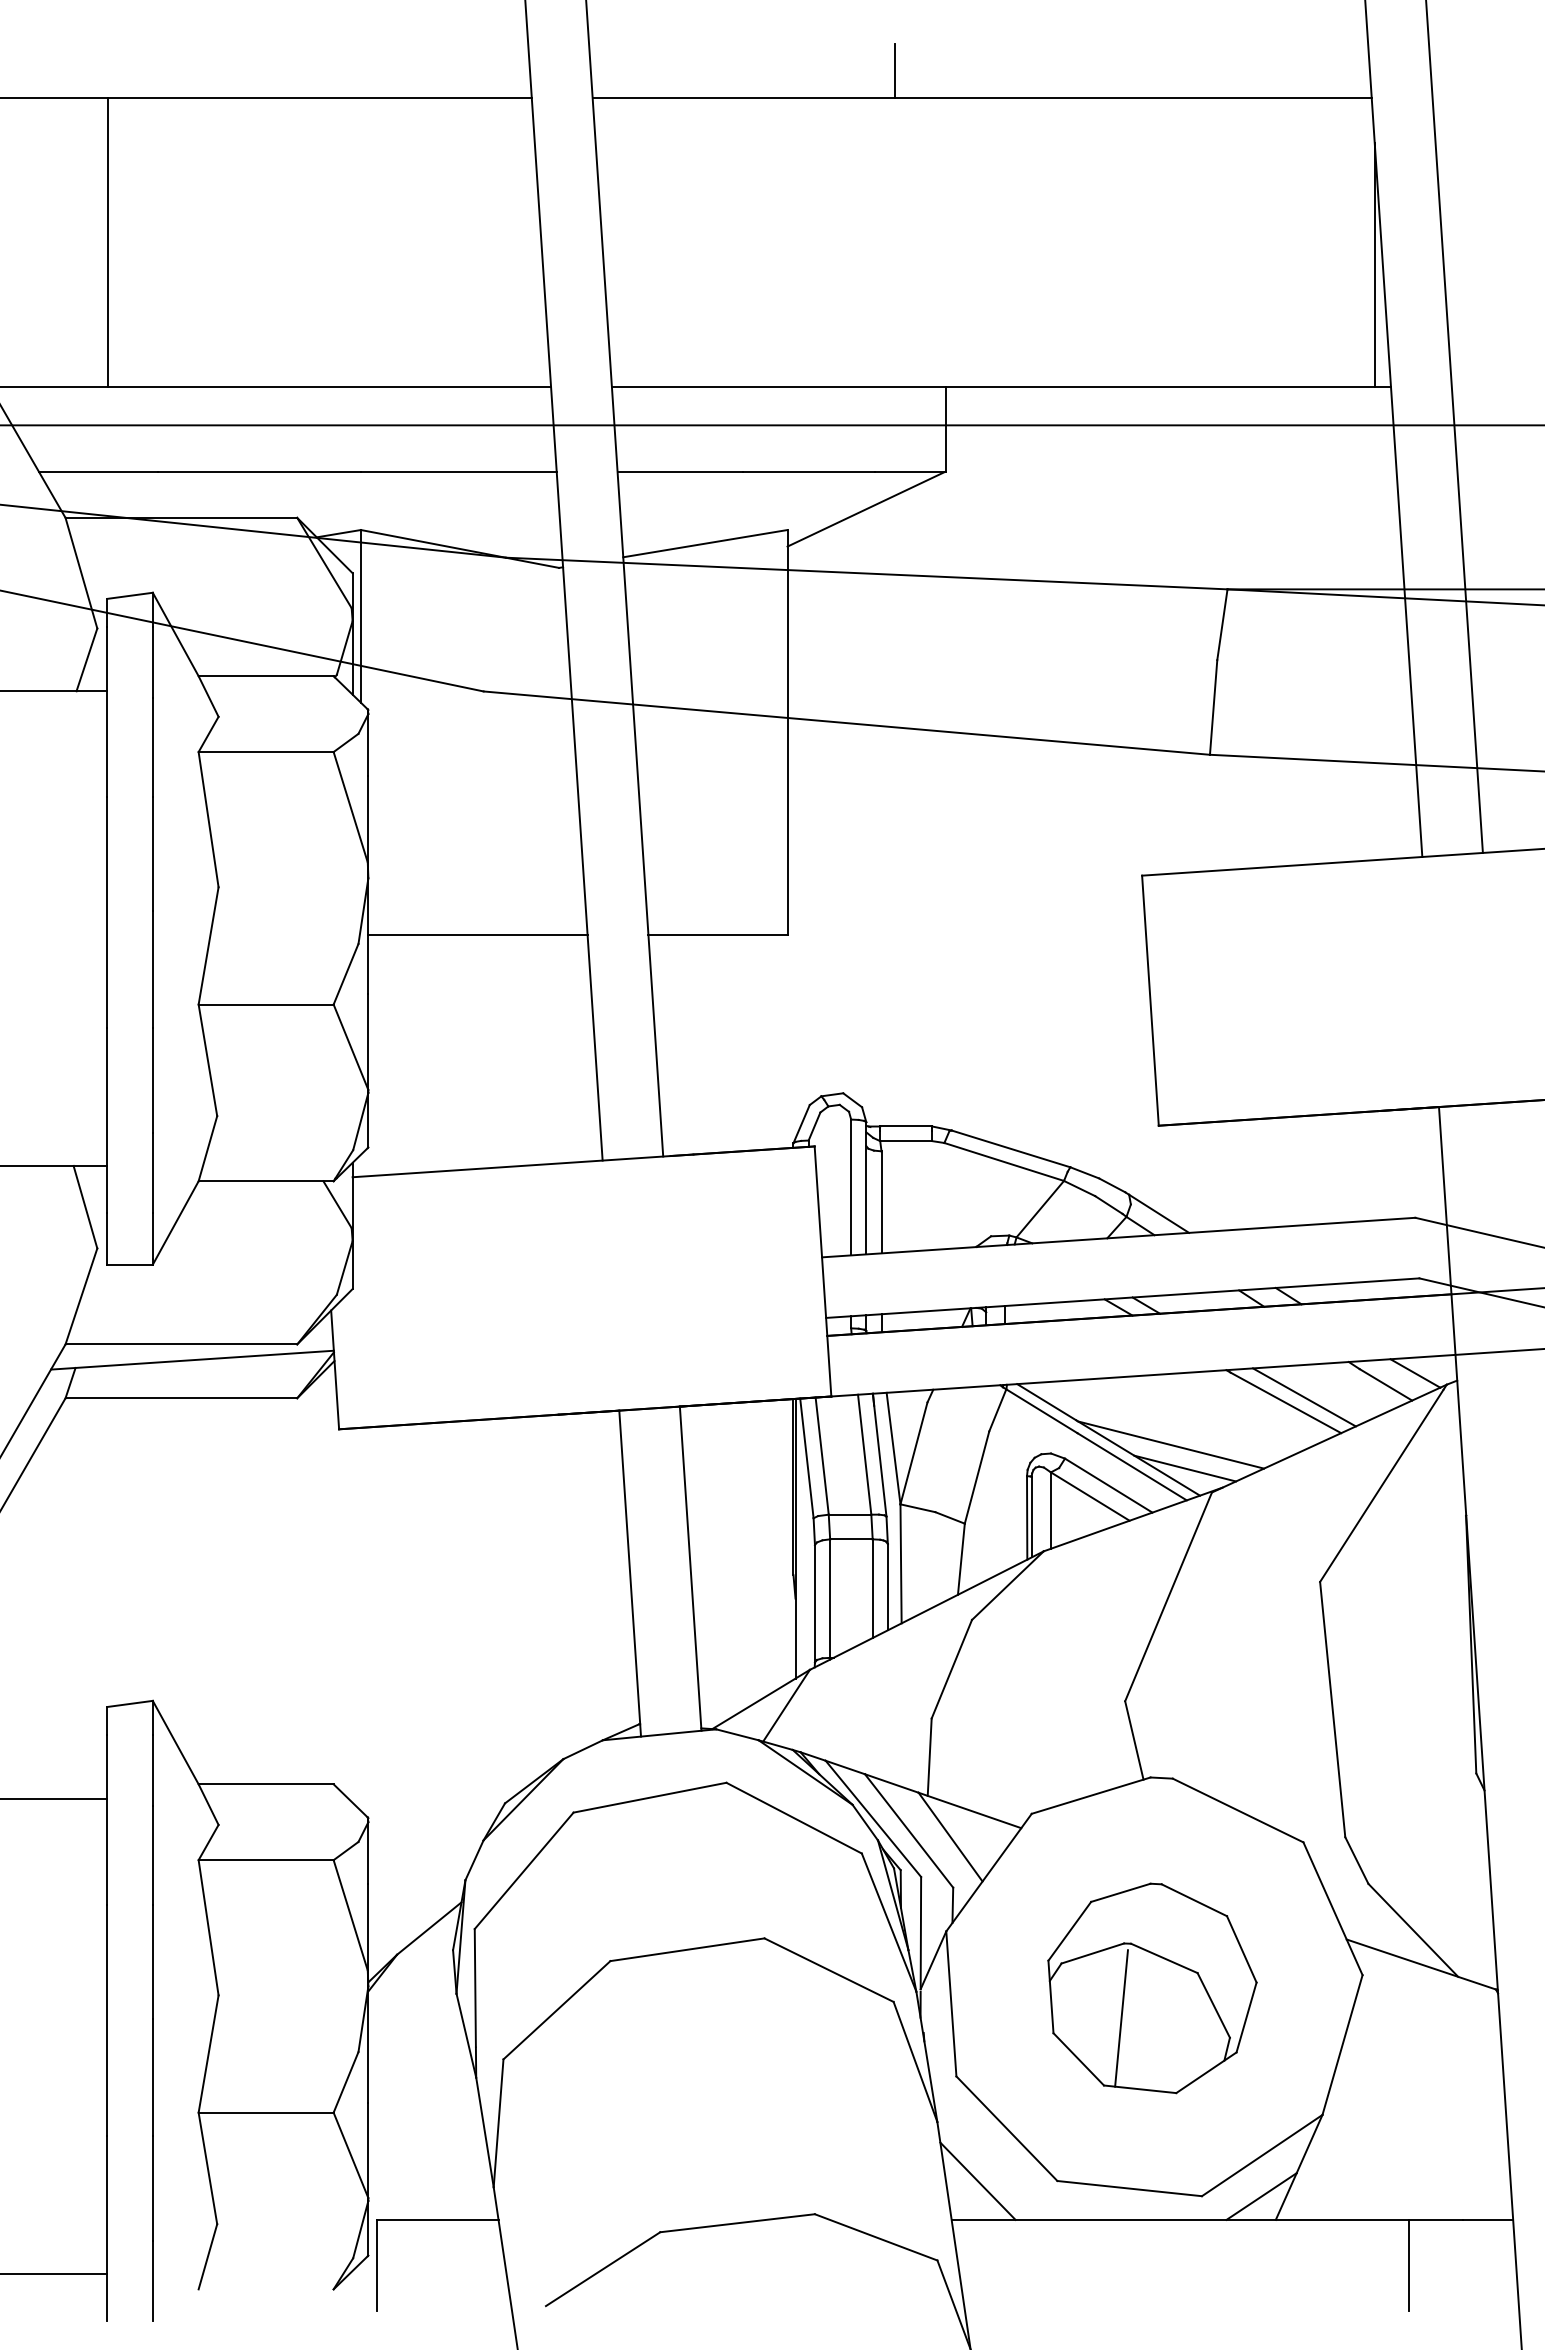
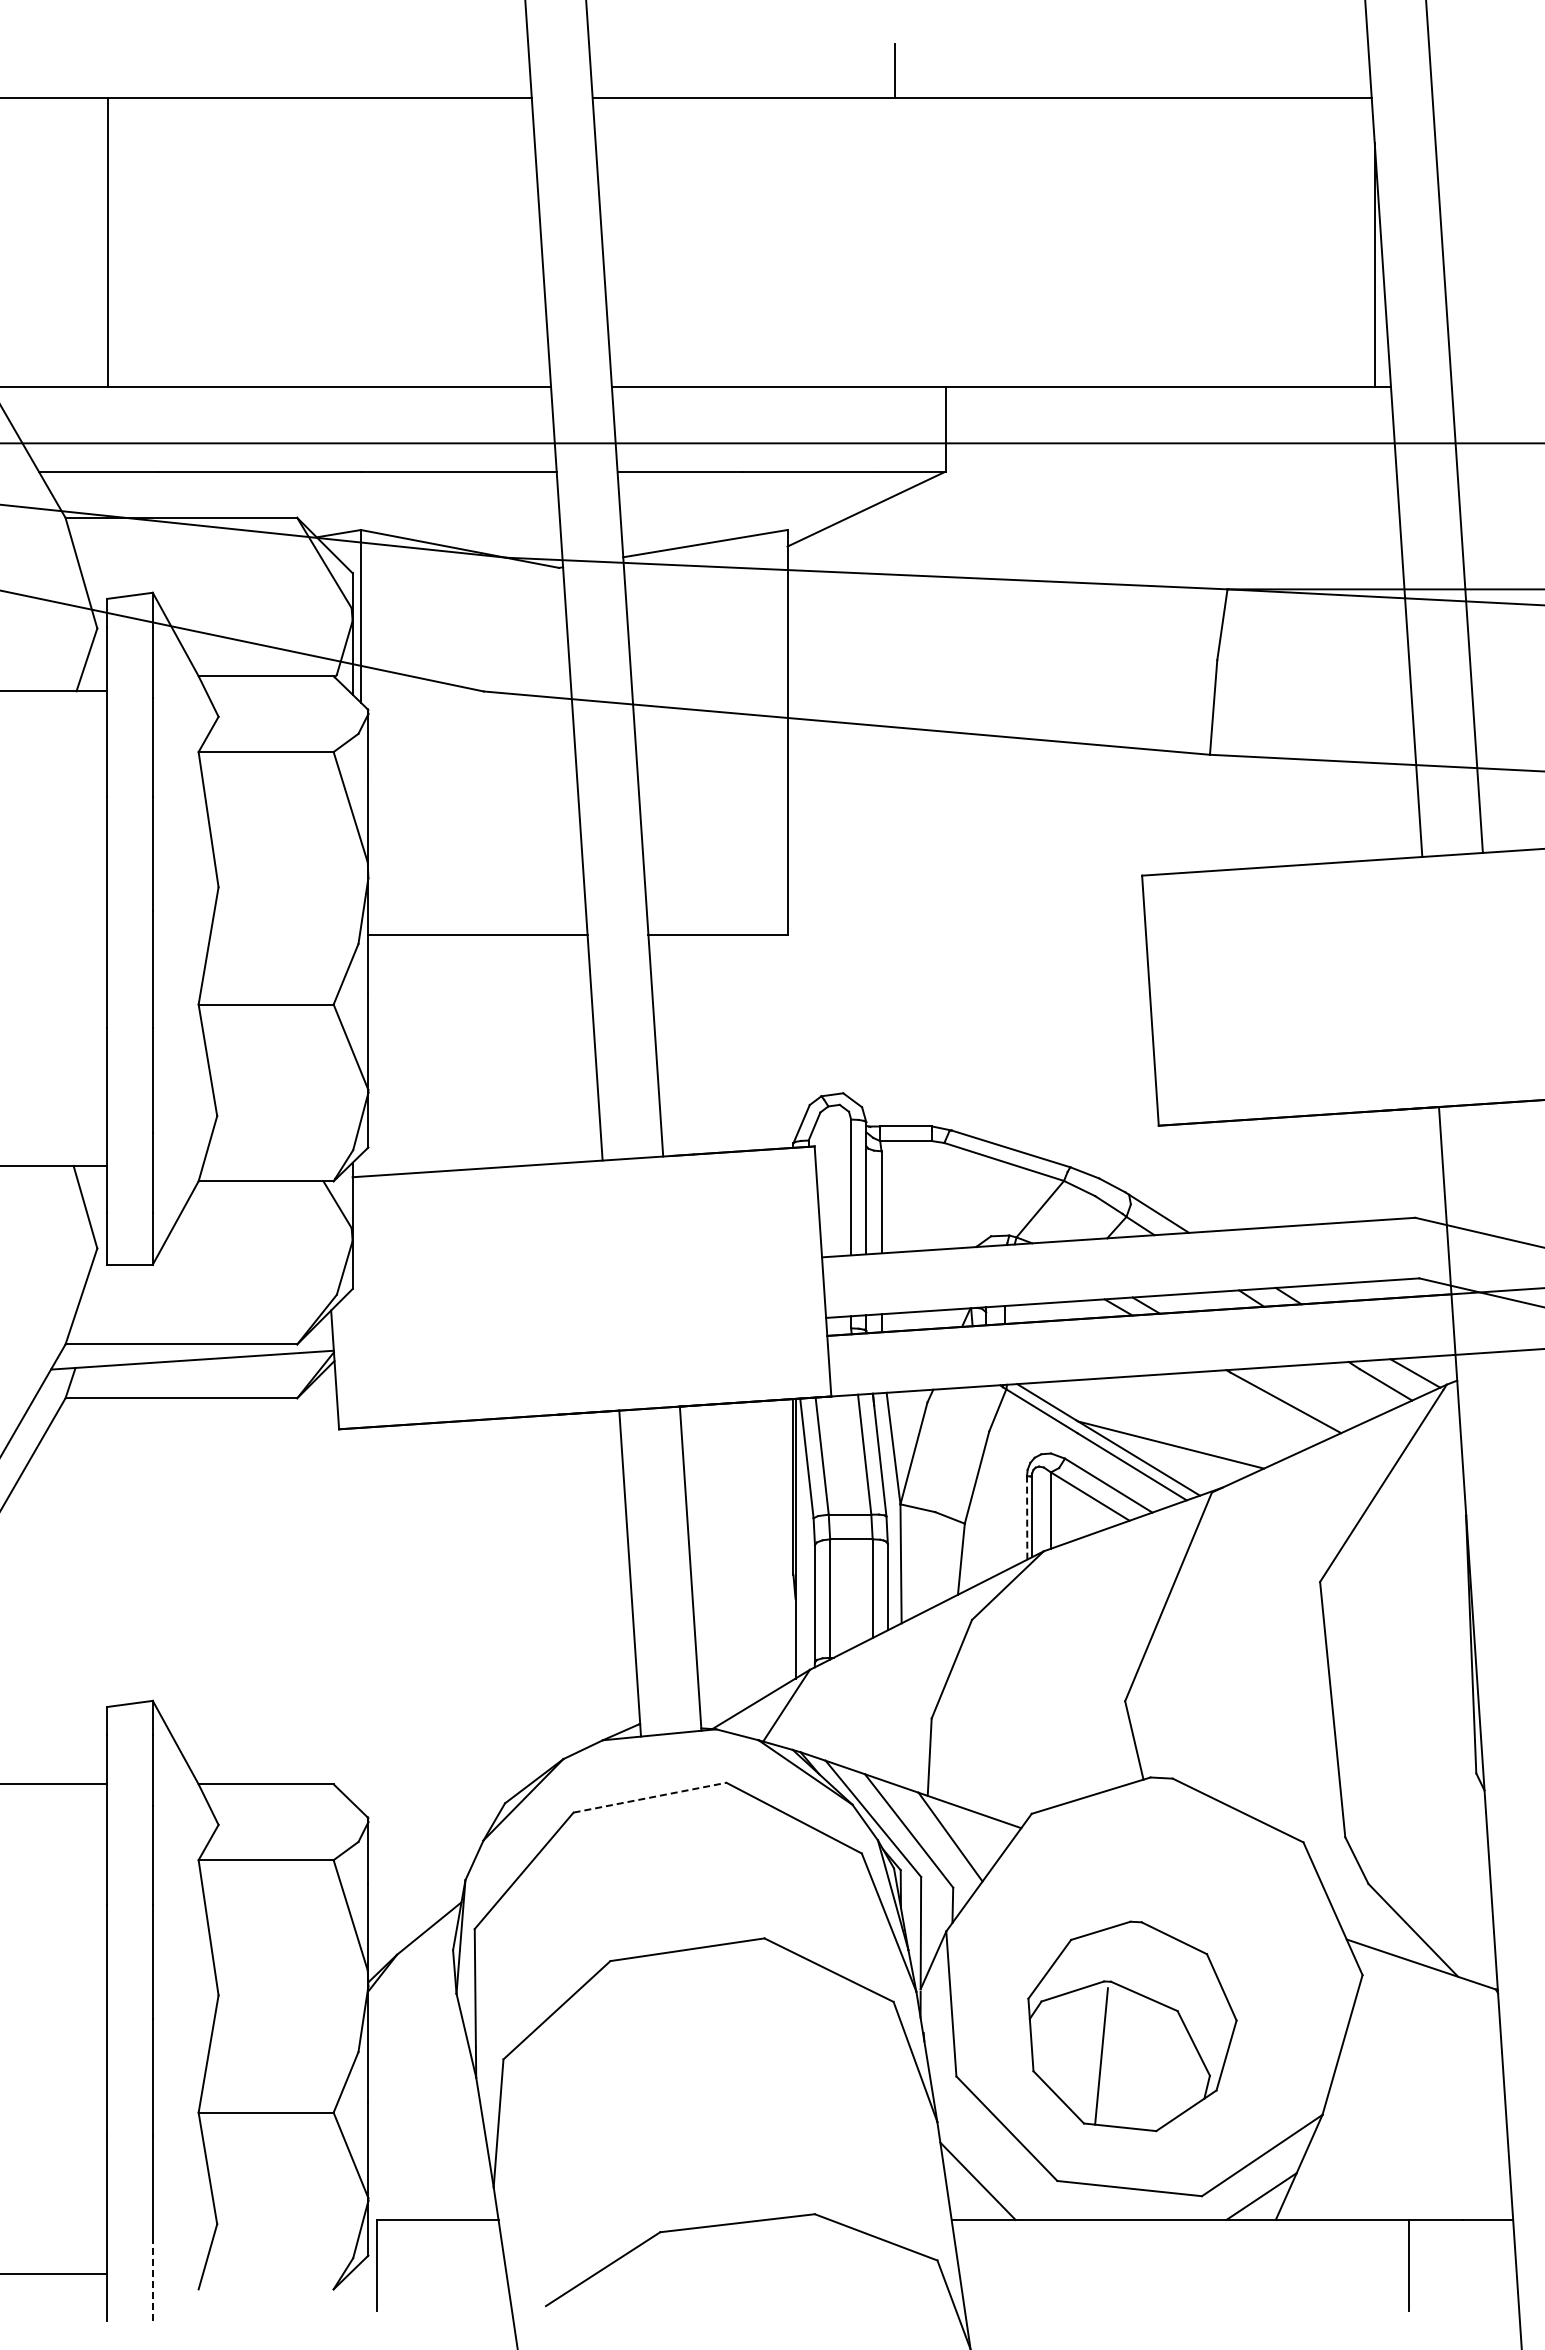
line at (771, 425) position: (771, 425) -> (771, 443)
line at (1304, 1397): present -> none
line at (1185, 1468): present -> none
line at (1027, 1517): solid -> dashed
line at (650, 1797): solid -> dashed
line at (54, 1799) position: (54, 1799) -> (54, 1784)
part at (1152, 1988) position: (1152, 1988) -> (1132, 2026)
line at (152, 2280): solid -> dashed
